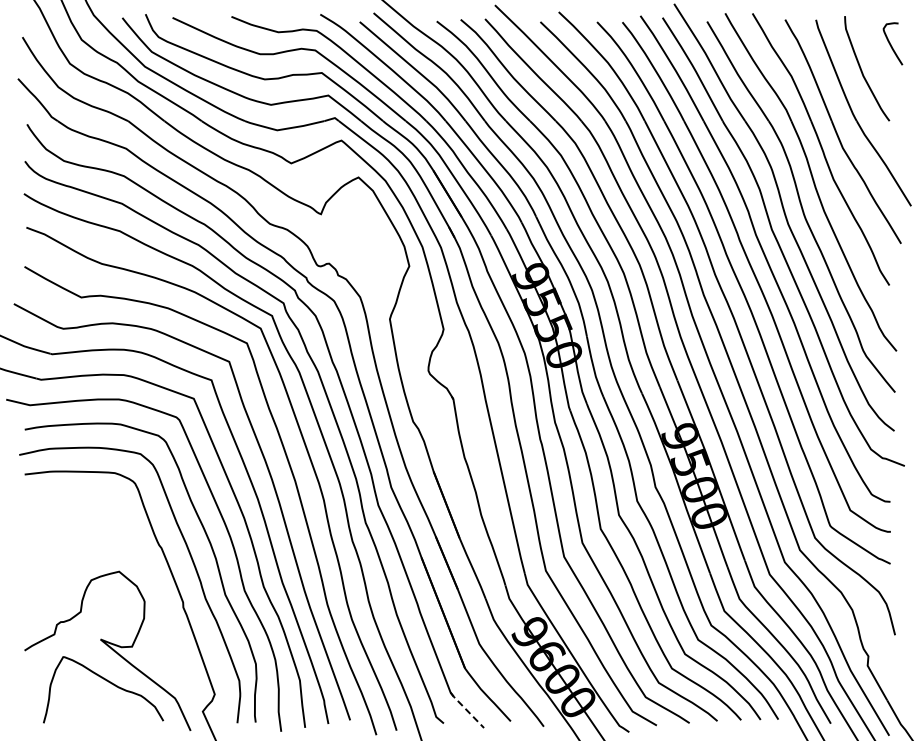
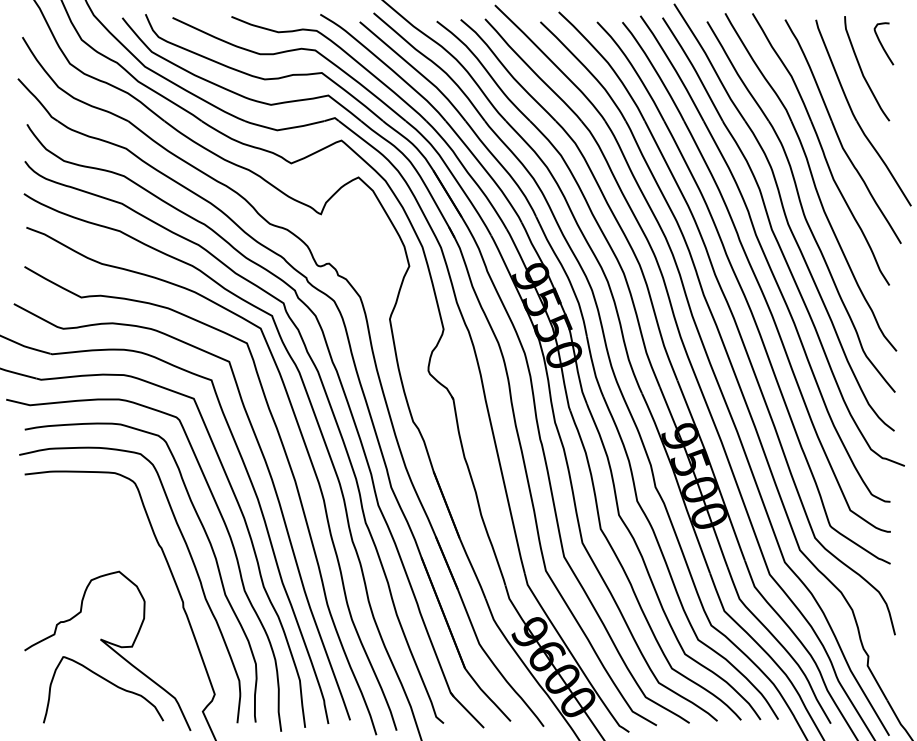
curve at (891, 44) position: (891, 44) -> (882, 44)
line at (466, 710): dashed -> solid
